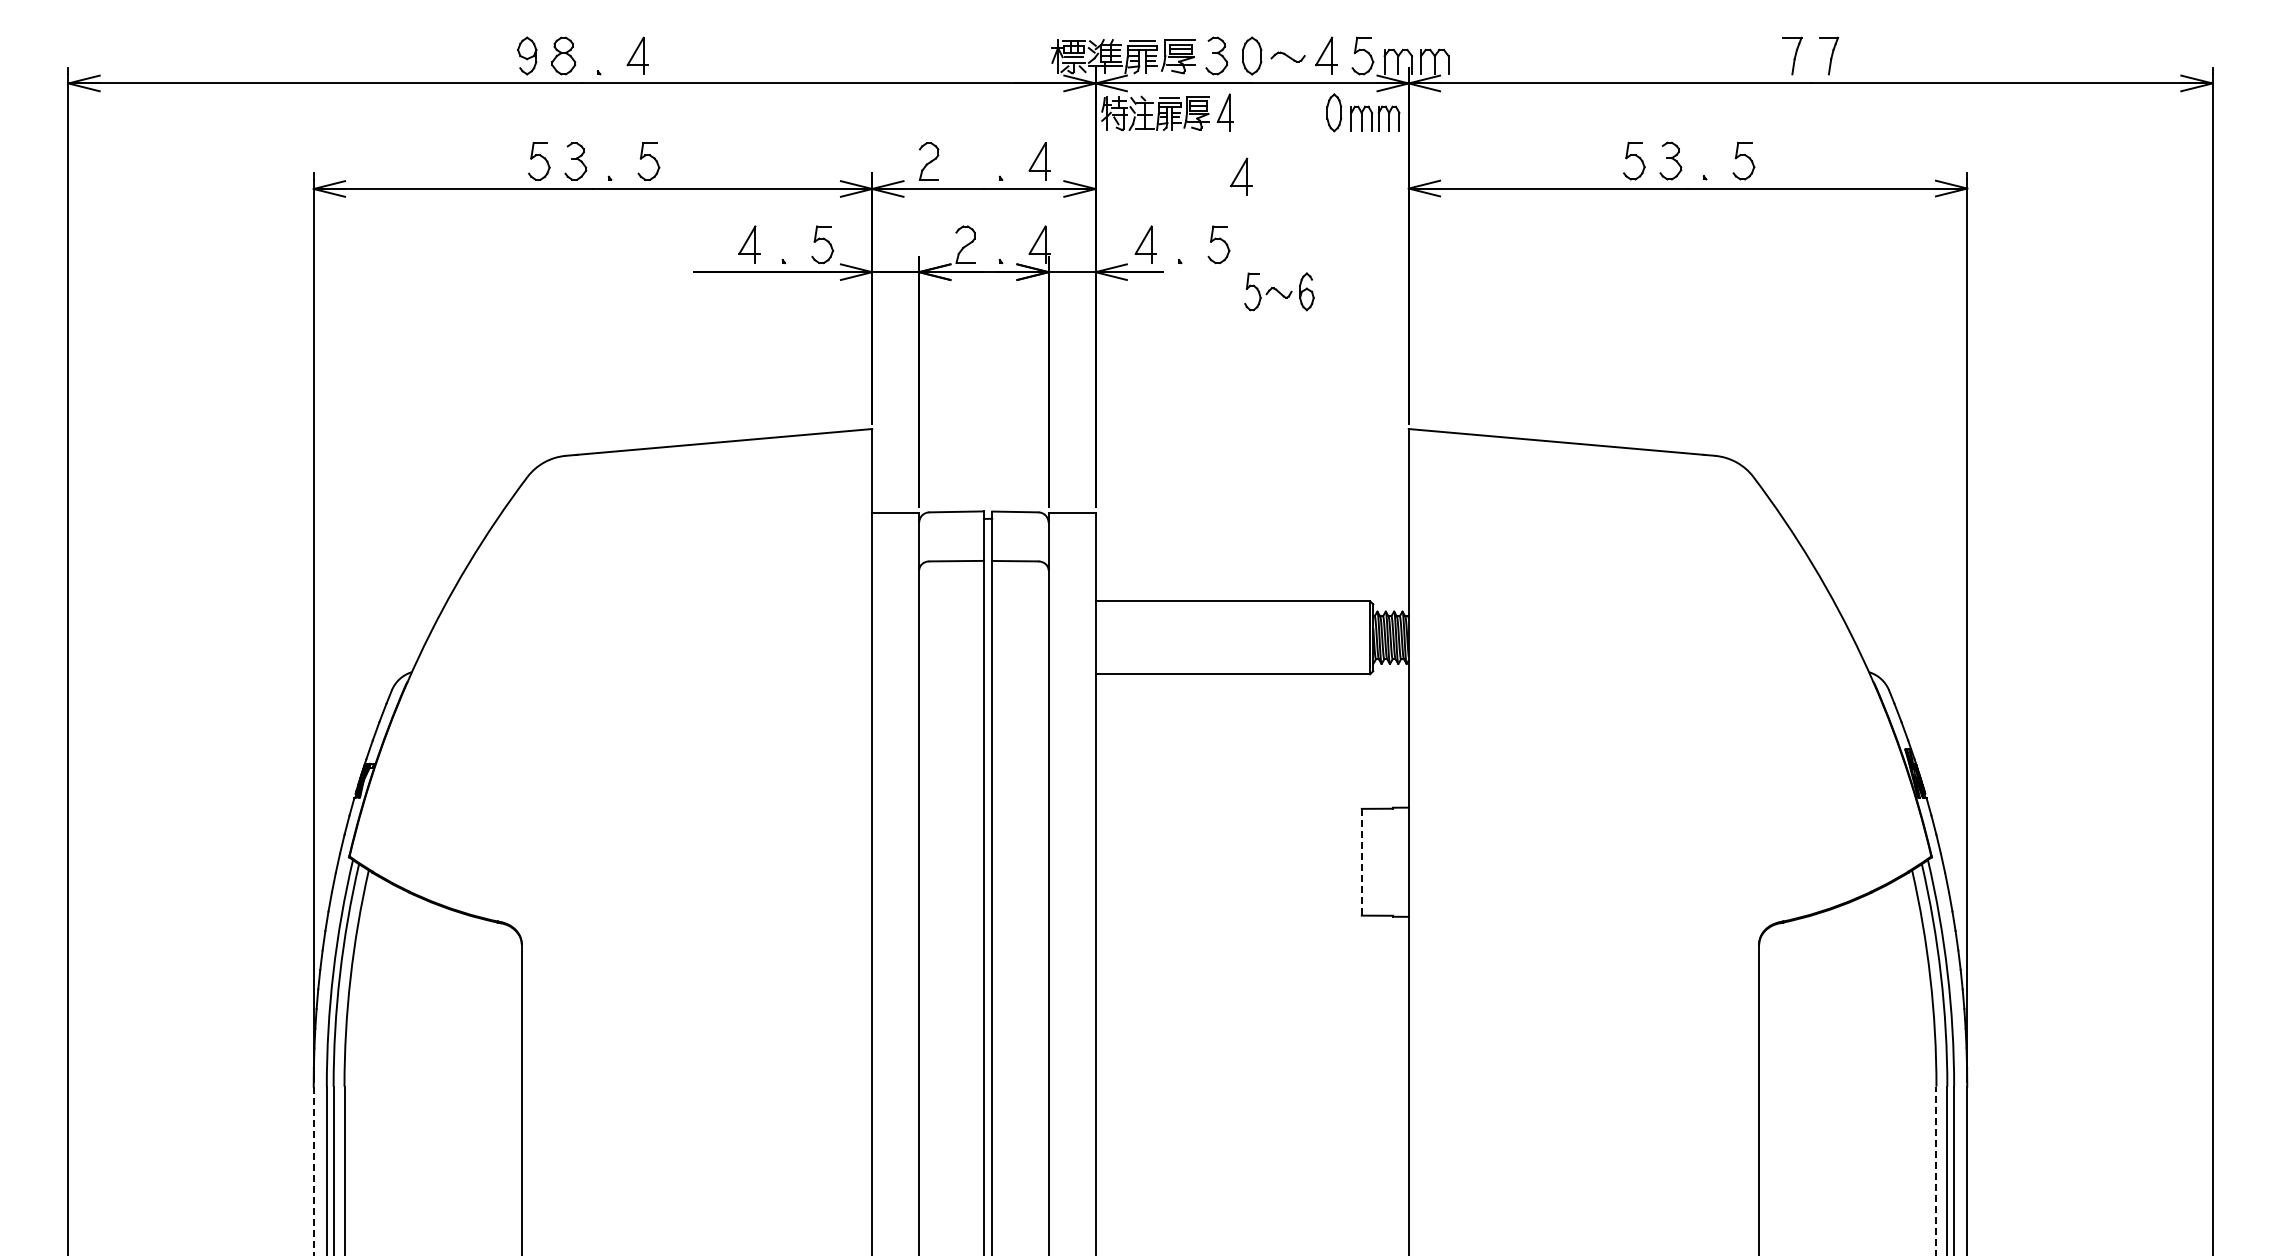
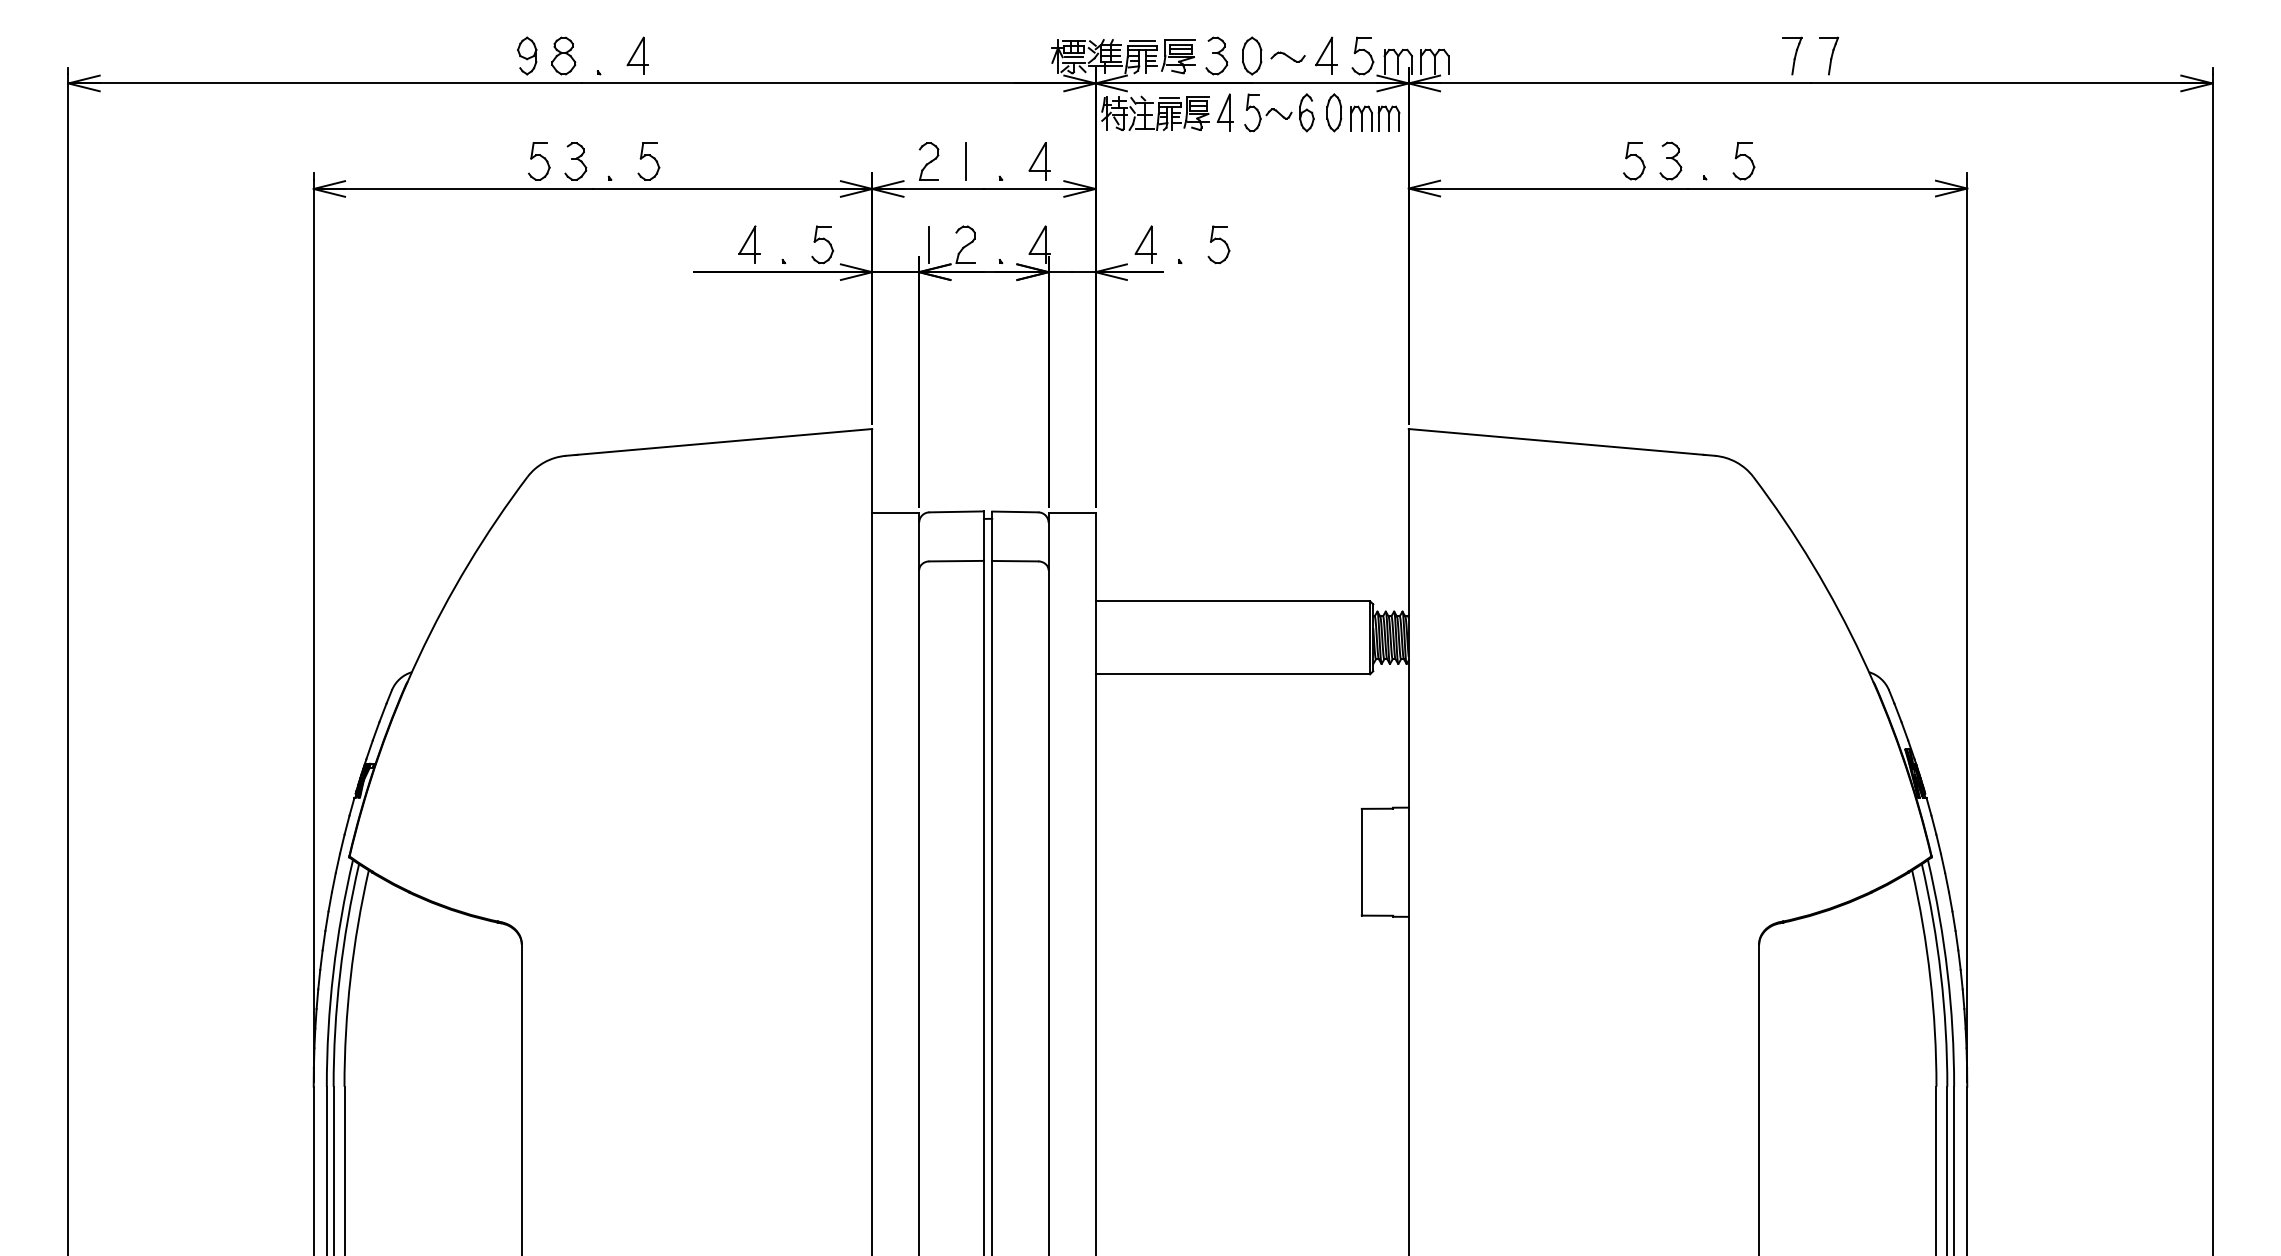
line at (965, 161): none -> present
part at (1241, 176): present -> none
line at (929, 244): none -> present
part at (1279, 291) position: (1279, 291) -> (1279, 112)
line at (1361, 862): dashed -> solid
line at (1936, 1170): dashed -> solid
line at (313, 1171): dashed -> solid
